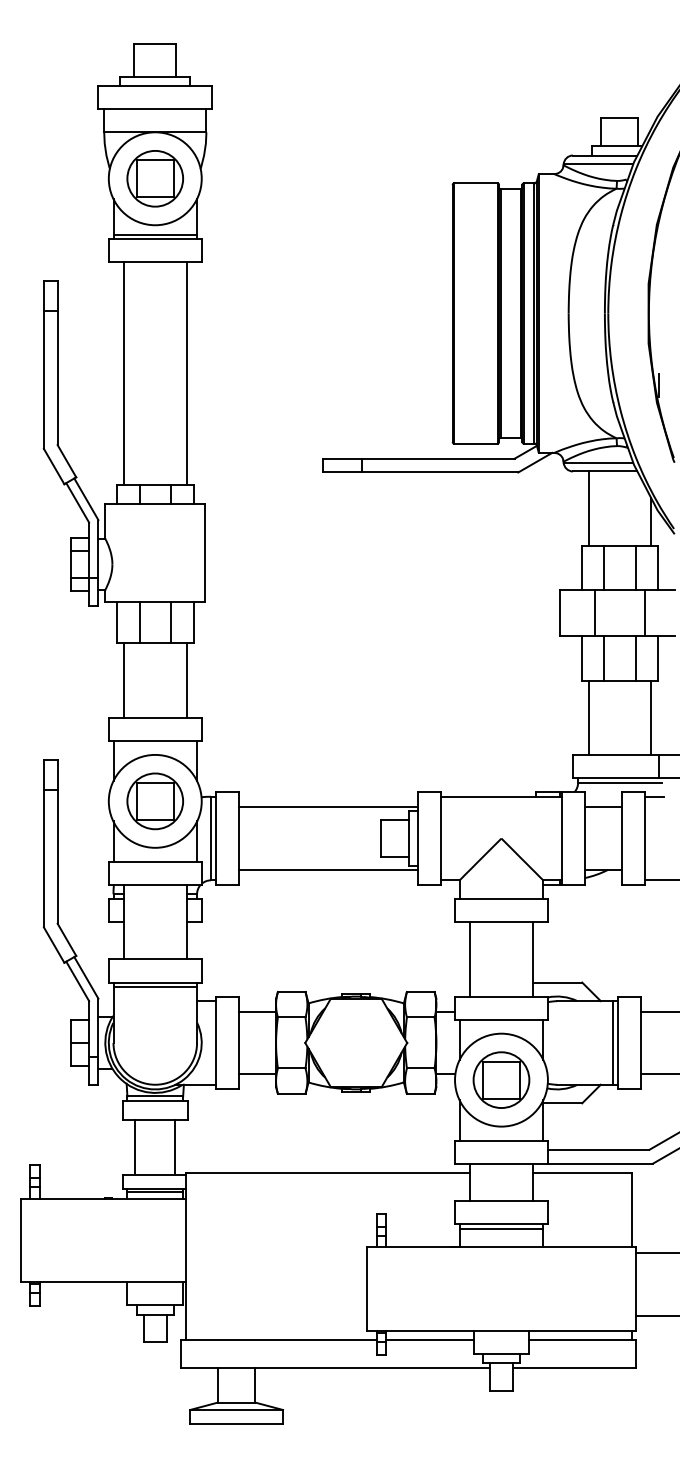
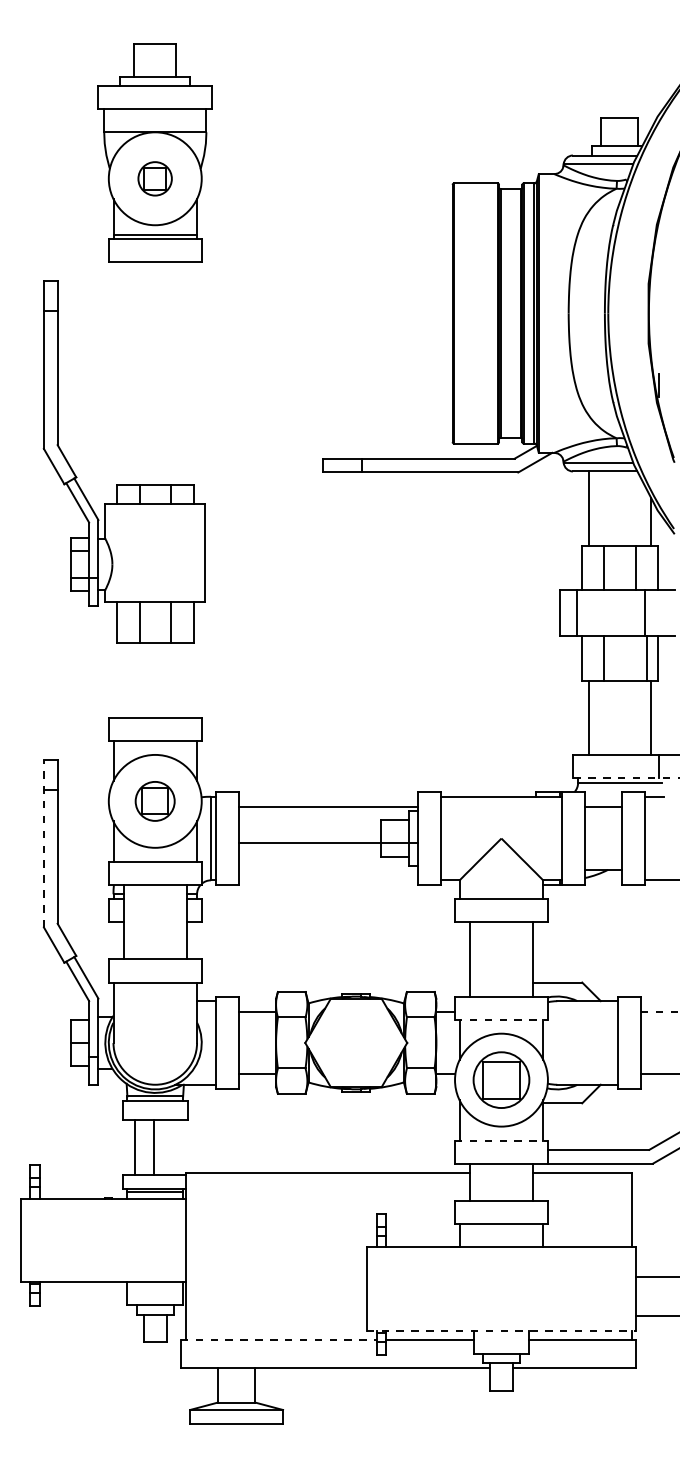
part at (154, 178) size: 58x58 px -> 36x36 px
line at (124, 373): present -> none
line at (186, 373): present -> none
line at (594, 612) position: (594, 612) -> (576, 612)
line at (635, 658) position: (635, 658) -> (646, 658)
line at (124, 680): present -> none
line at (186, 680): present -> none
line at (626, 778): solid -> dashed
part at (154, 801) size: 58x59 px -> 42x41 px
line at (43, 843): solid -> dashed
line at (327, 869) position: (327, 869) -> (327, 842)
line at (155, 987): present -> none
line at (660, 1011): solid -> dashed
line at (501, 1019): solid -> dashed
line at (612, 1042): present -> none
line at (501, 1140): solid -> dashed
line at (175, 1147) position: (175, 1147) -> (154, 1147)
line at (501, 1228): present -> none
line at (656, 1253) position: (656, 1253) -> (656, 1277)
line at (501, 1331): solid -> dashed
line at (278, 1340): solid -> dashed
